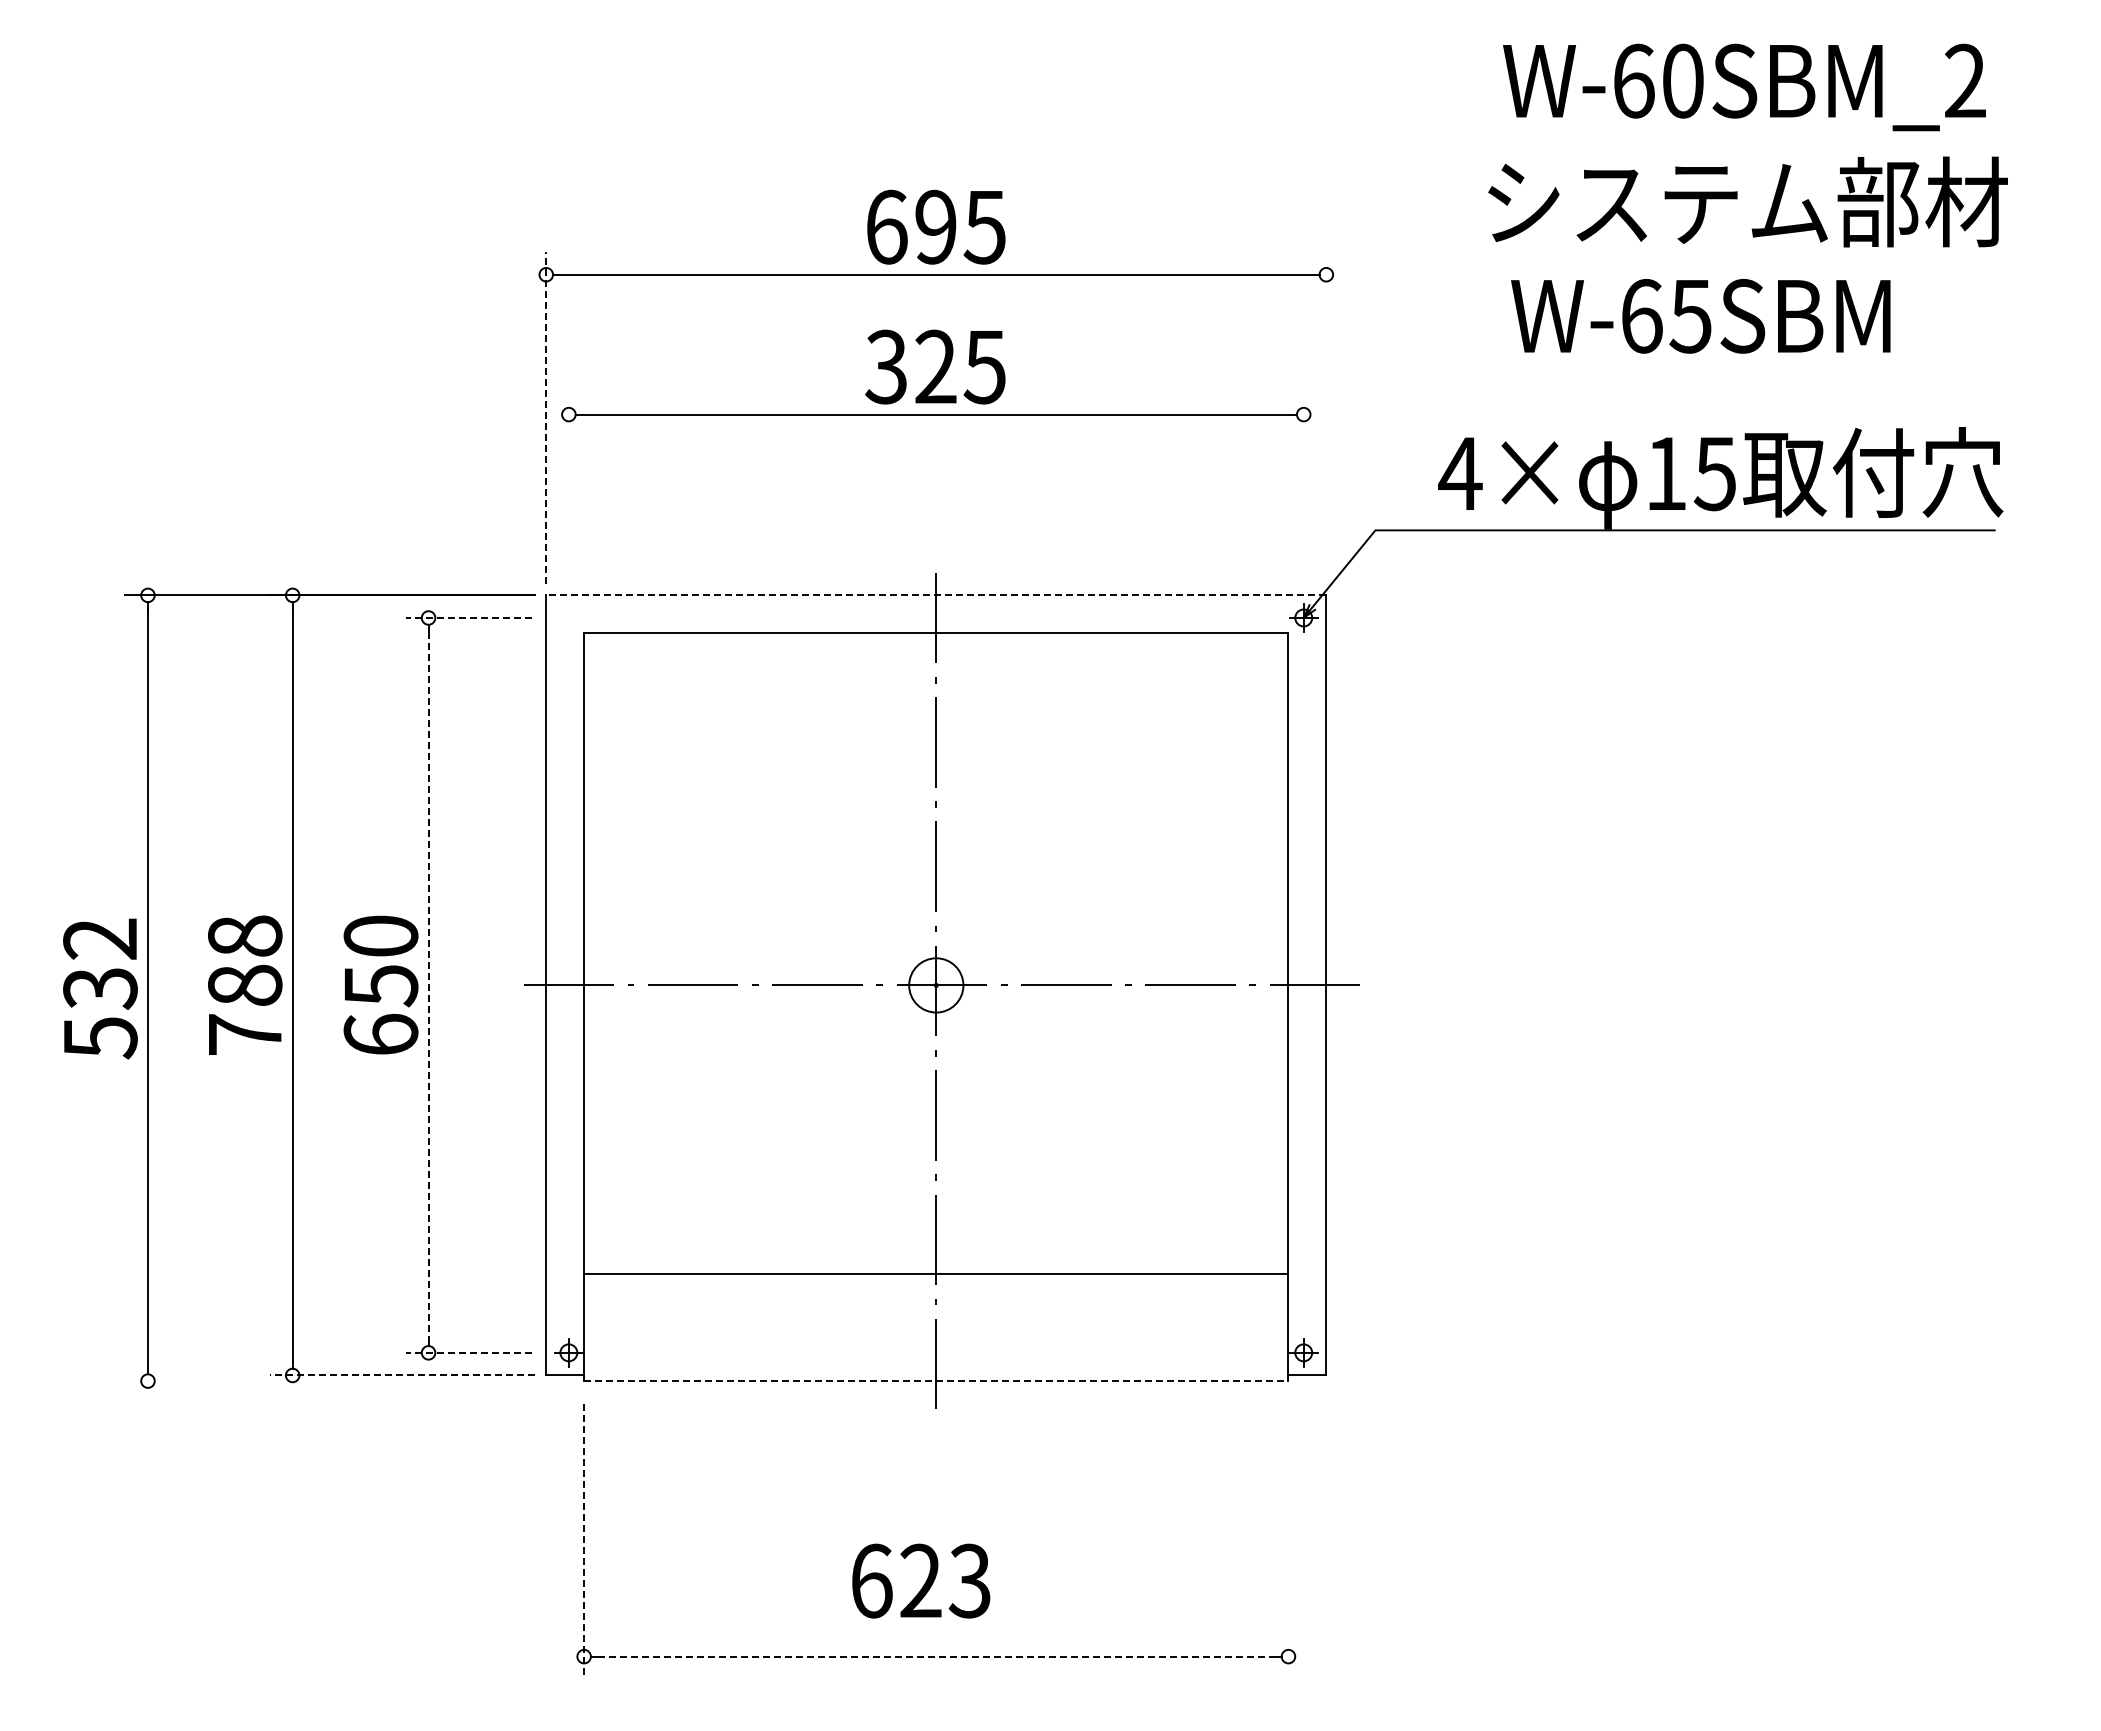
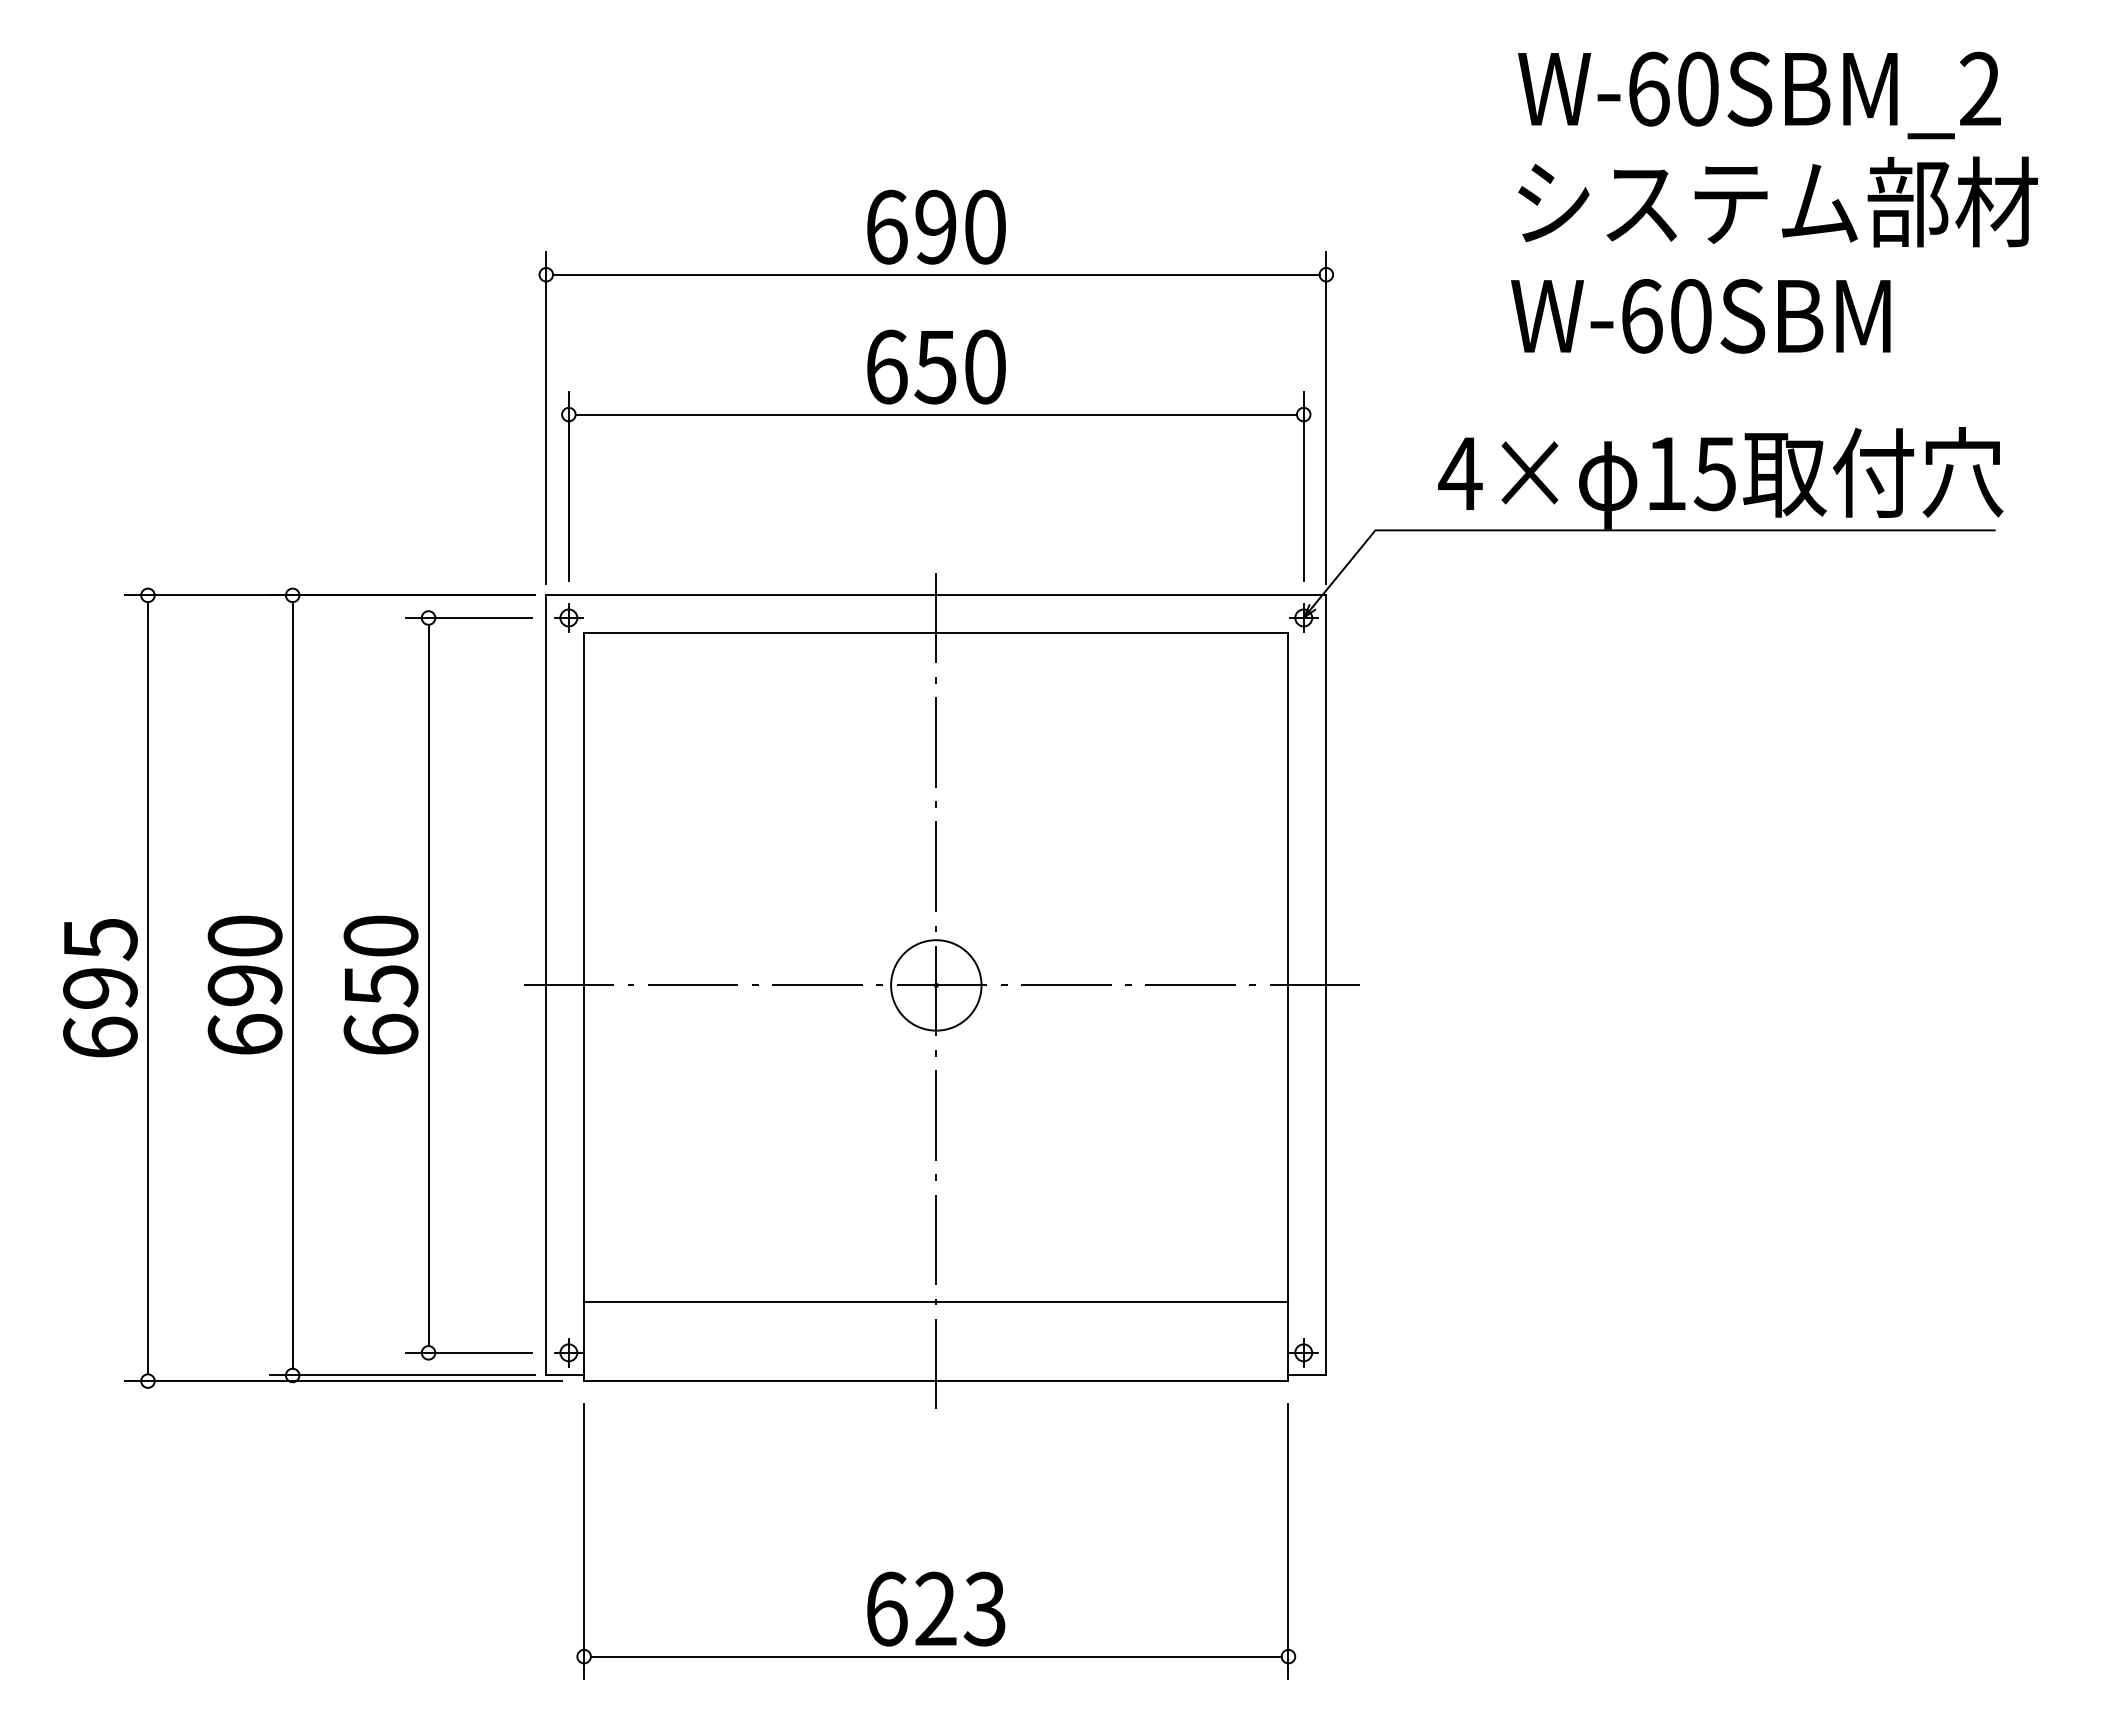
text at (1744, 87) position: (1744, 87) -> (1759, 95)
text at (1747, 201) position: (1747, 201) -> (1777, 201)
text at (984, 226): 695 -> 690
text at (1690, 316): W-65SBM -> W-60SBM
text at (935, 366): 325 -> 650
line at (546, 418): dashed -> solid
line at (1326, 418): none -> present
line at (568, 486): none -> present
line at (1303, 486): none -> present
line at (935, 595): dashed -> solid
line at (468, 617): dashed -> solid
part at (568, 617): none -> present
text at (244, 984): 788 -> 690
line at (428, 985): dashed -> solid
circle at (936, 985) diameter: 54 px -> 90 px
text at (100, 988): 532 -> 695
line at (936, 1273) position: (936, 1273) -> (936, 1301)
line at (468, 1352): dashed -> solid
line at (402, 1375): dashed -> solid
line at (343, 1381): none -> present
line at (936, 1381): dashed -> solid
line at (584, 1541): dashed -> solid
line at (1288, 1541): none -> present
text at (921, 1580) position: (921, 1580) -> (936, 1608)
line at (936, 1656): dashed -> solid
